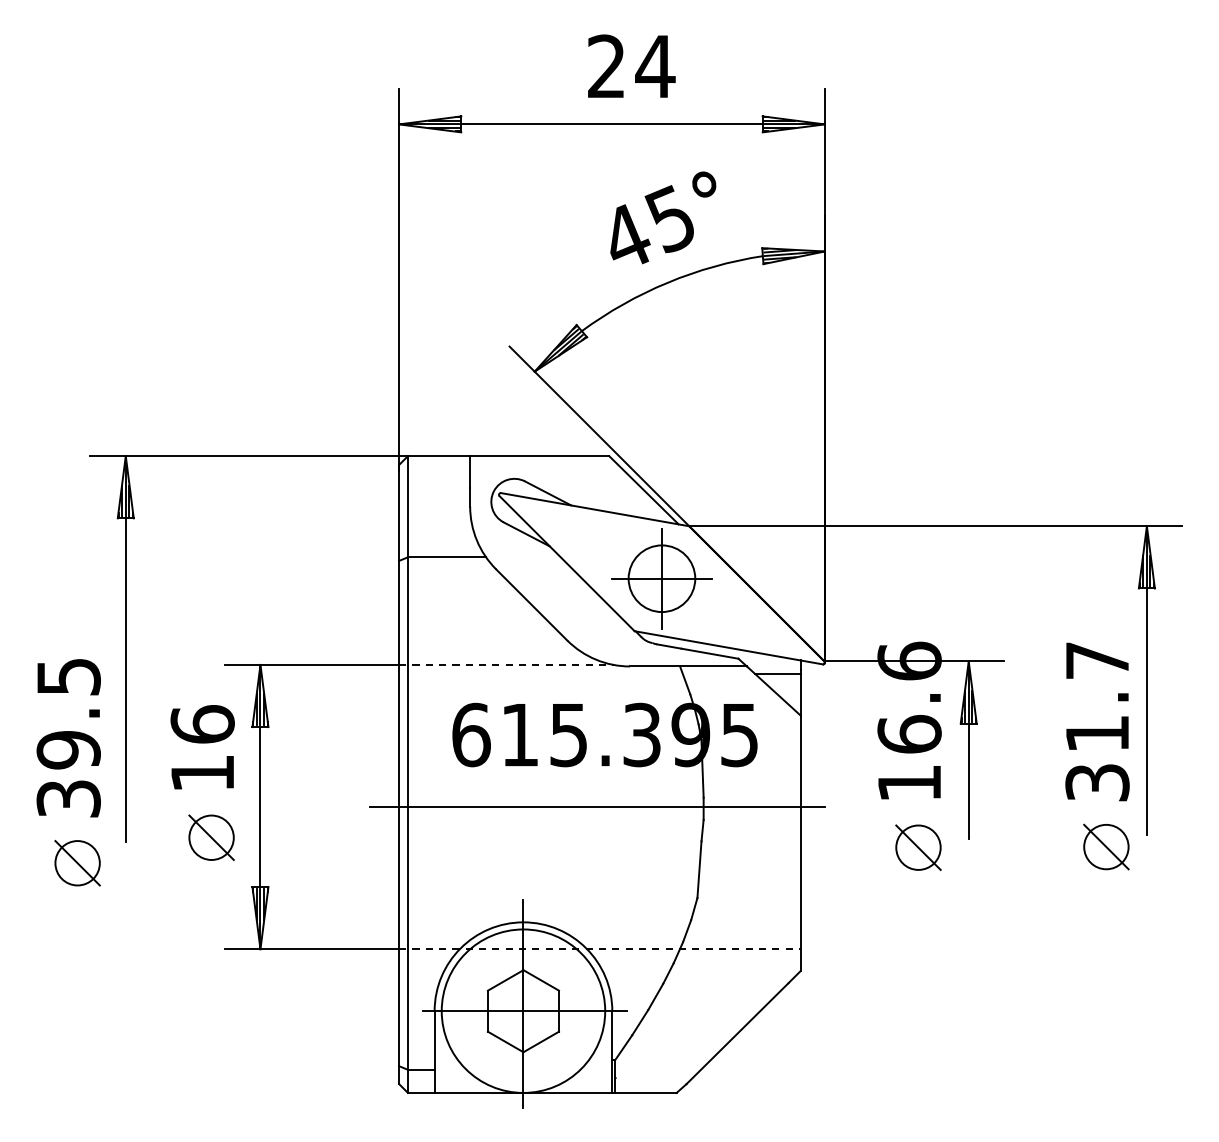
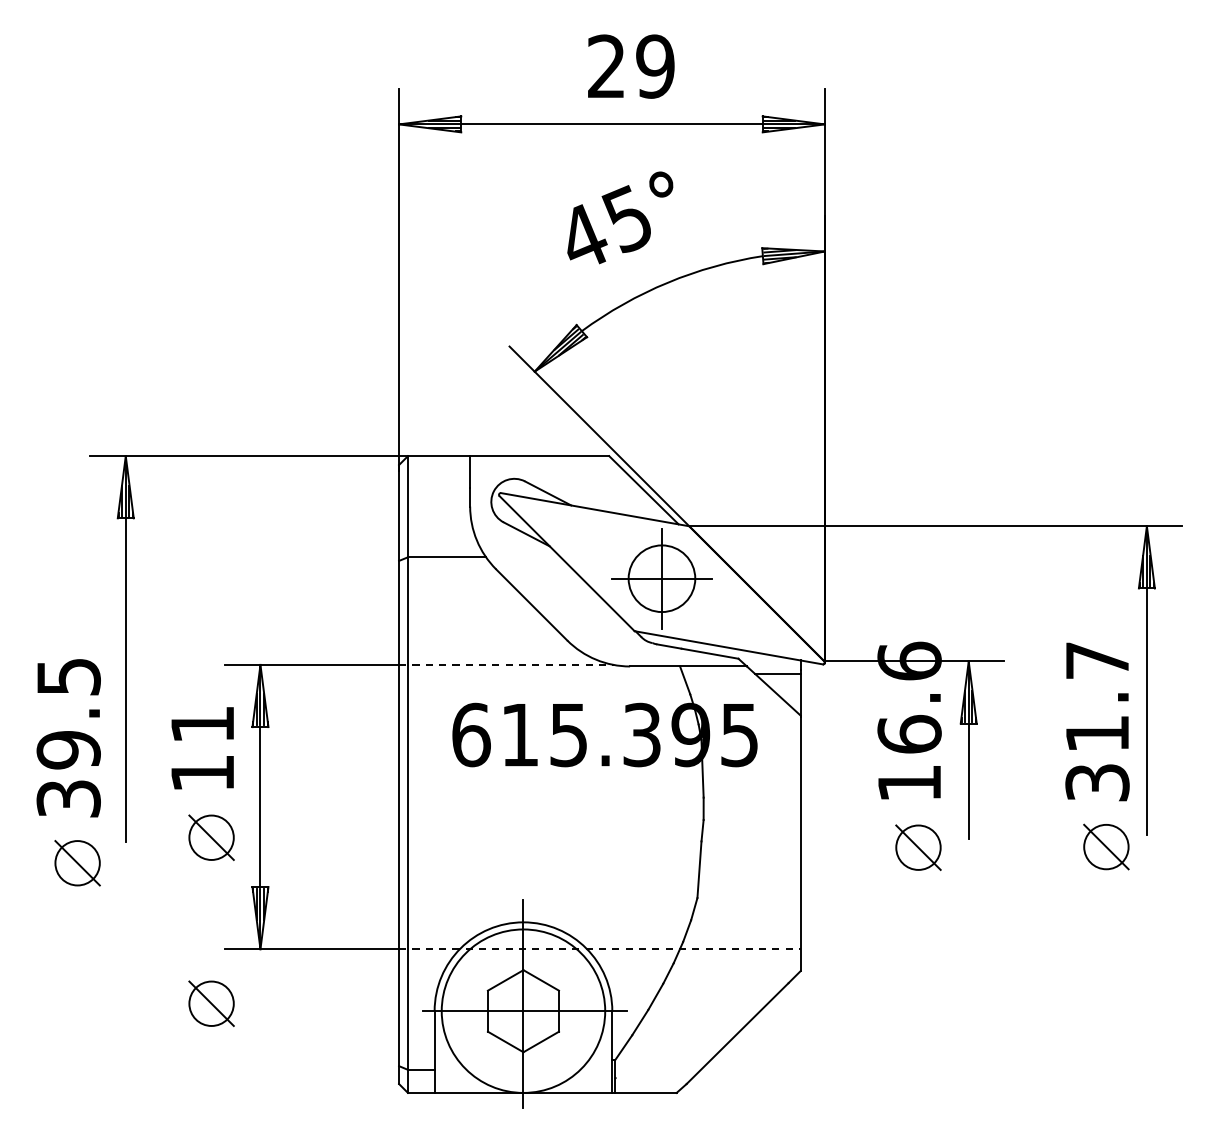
text at (655, 66): 24 -> 29
text at (663, 217) position: (663, 217) -> (620, 217)
text at (202, 724): 16 -> 11
line at (596, 807): present -> none
part at (211, 1003): none -> present
